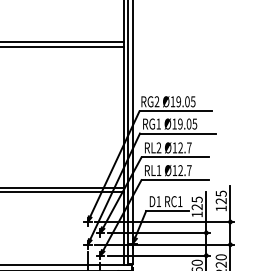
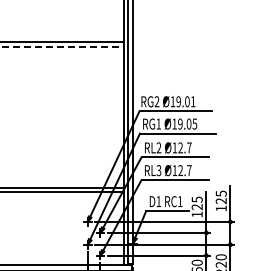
line at (62, 46): solid -> dashed
text at (192, 101): Ø19.05 -> Ø19.01
text at (158, 170): RL1 -> RL3
